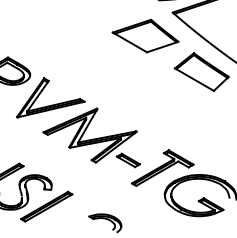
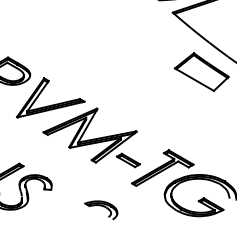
part at (145, 35): present -> none
part at (46, 206): present -> none
part at (105, 223) position: (105, 223) -> (101, 210)
